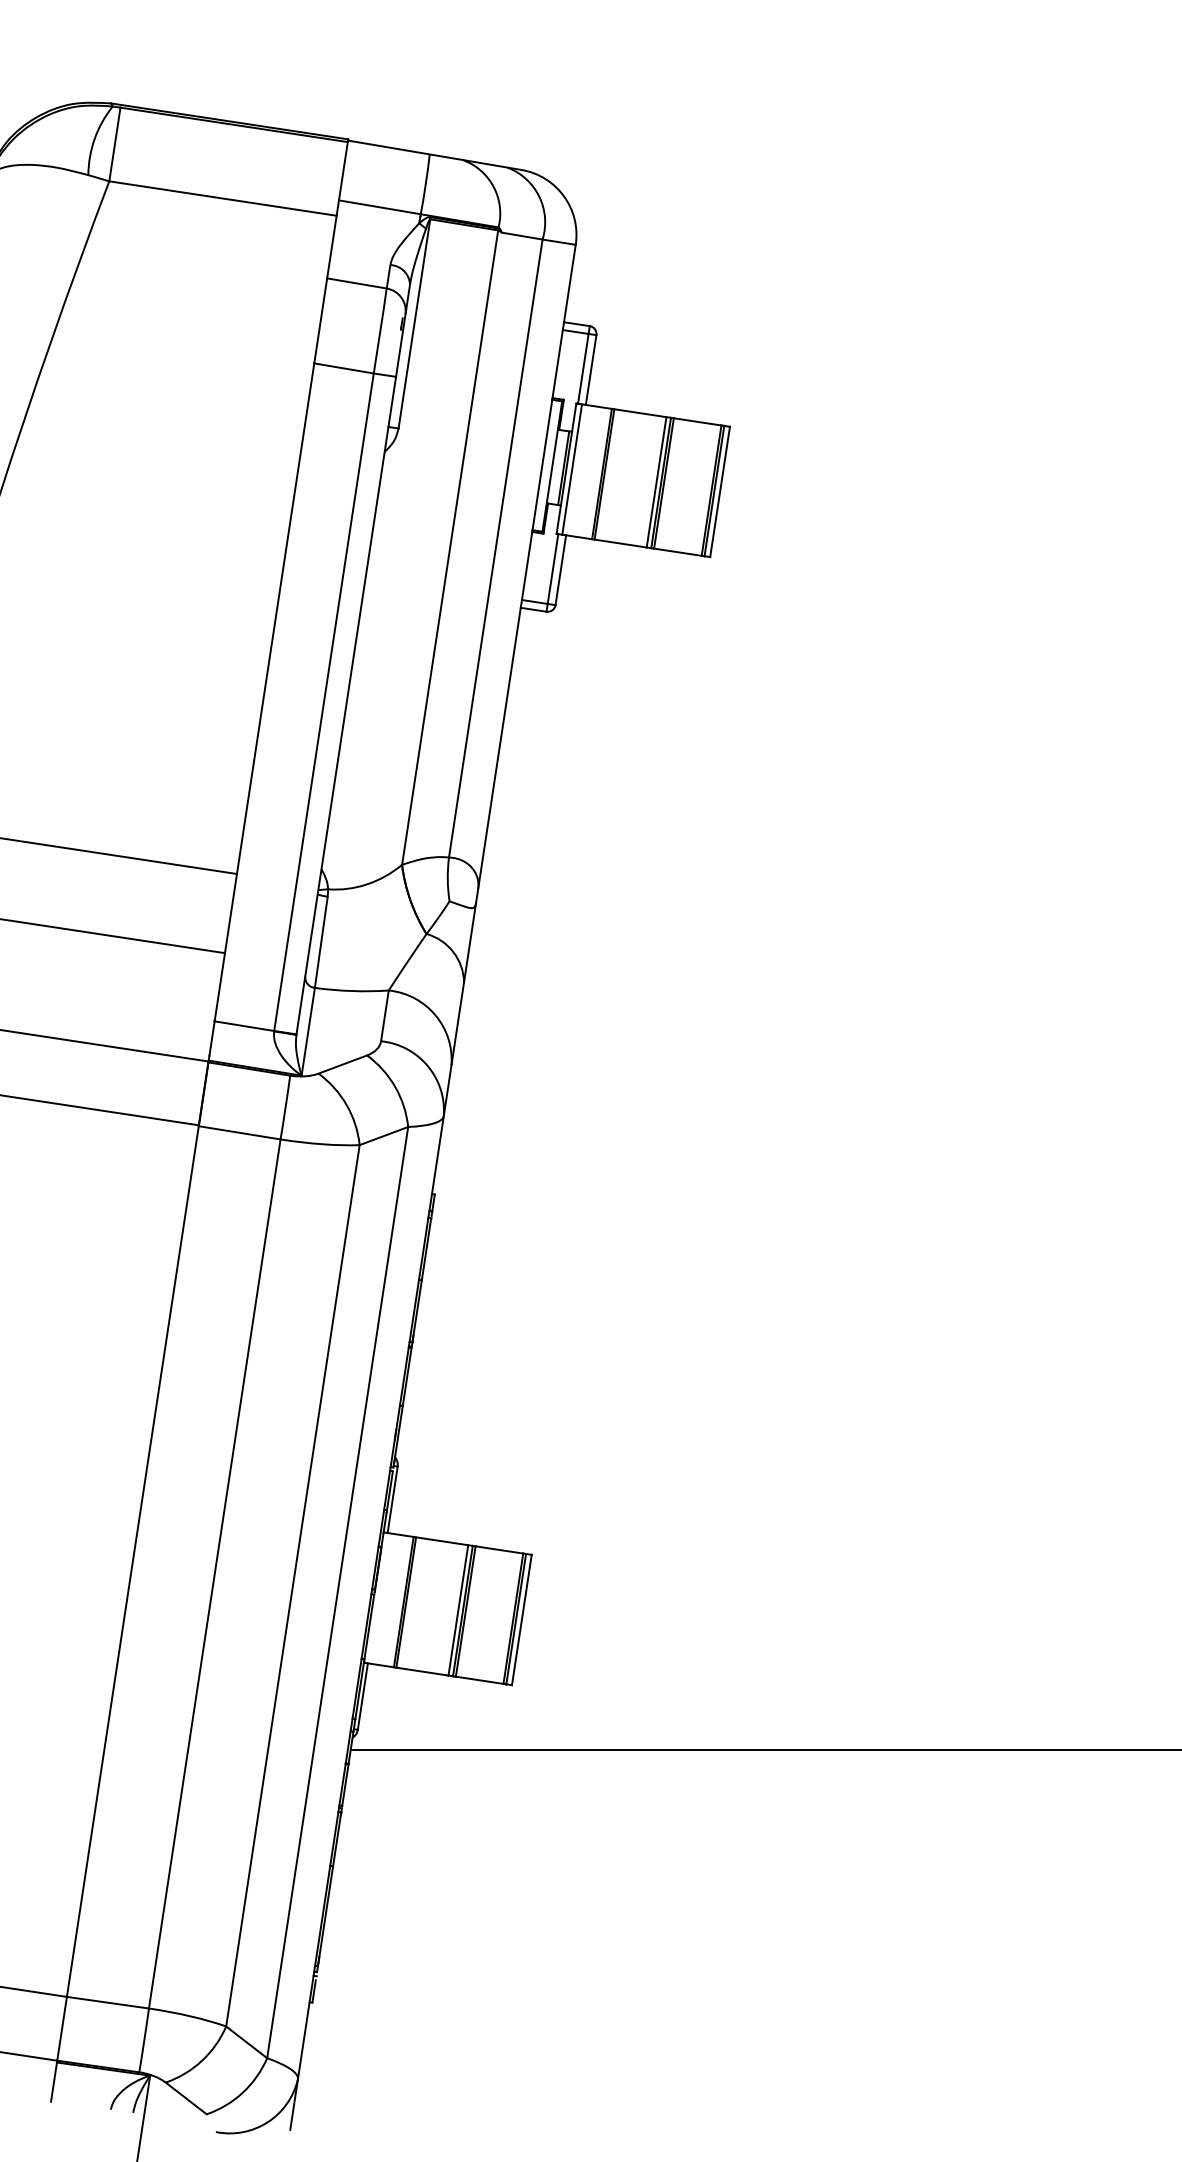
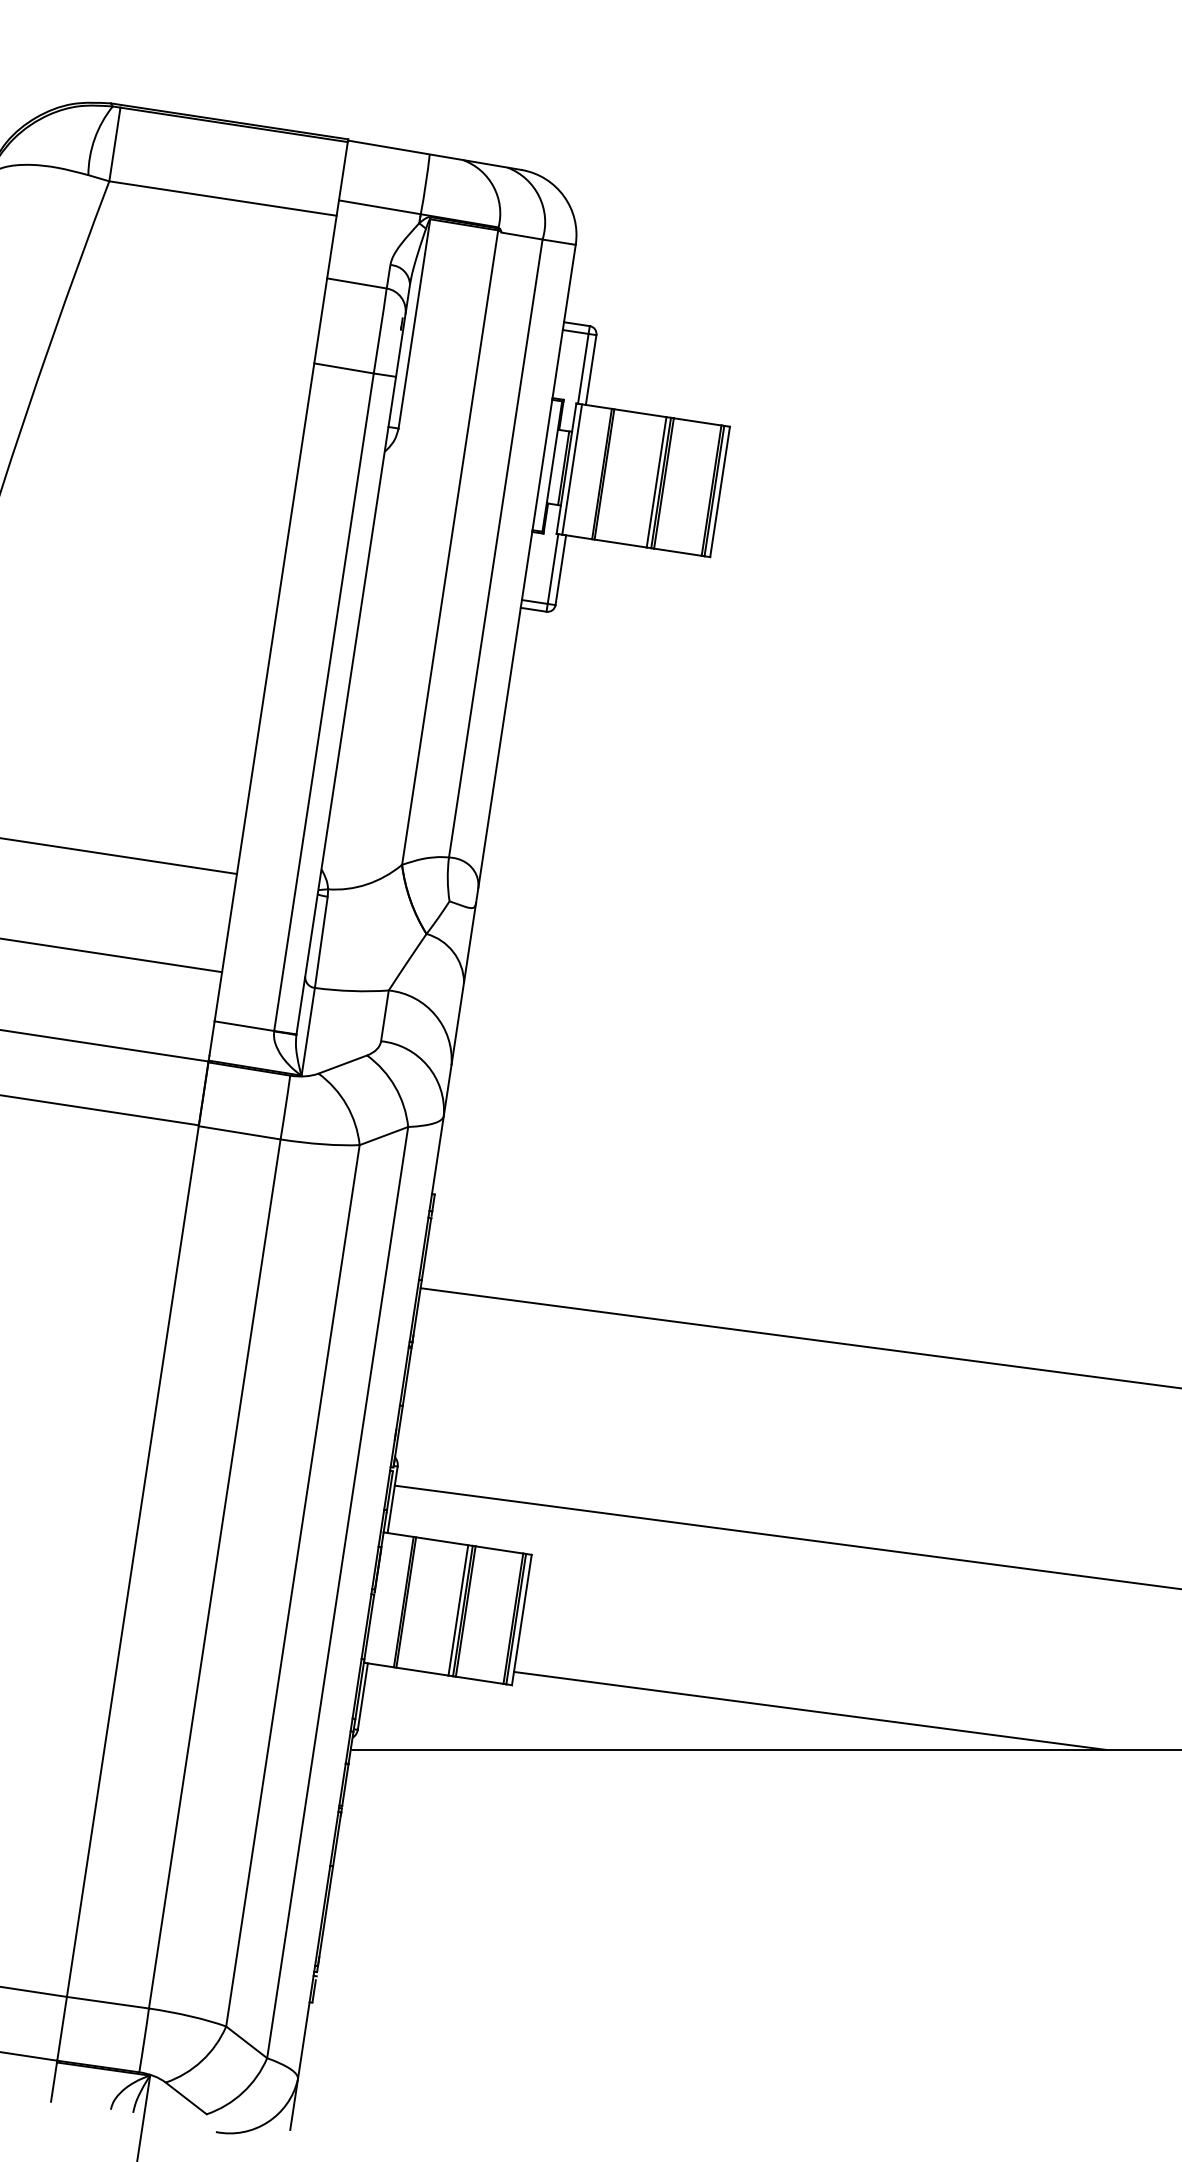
line at (113, 936) position: (113, 936) -> (112, 955)
line at (799, 1337): none -> present
line at (786, 1536): none -> present
line at (809, 1710): none -> present
